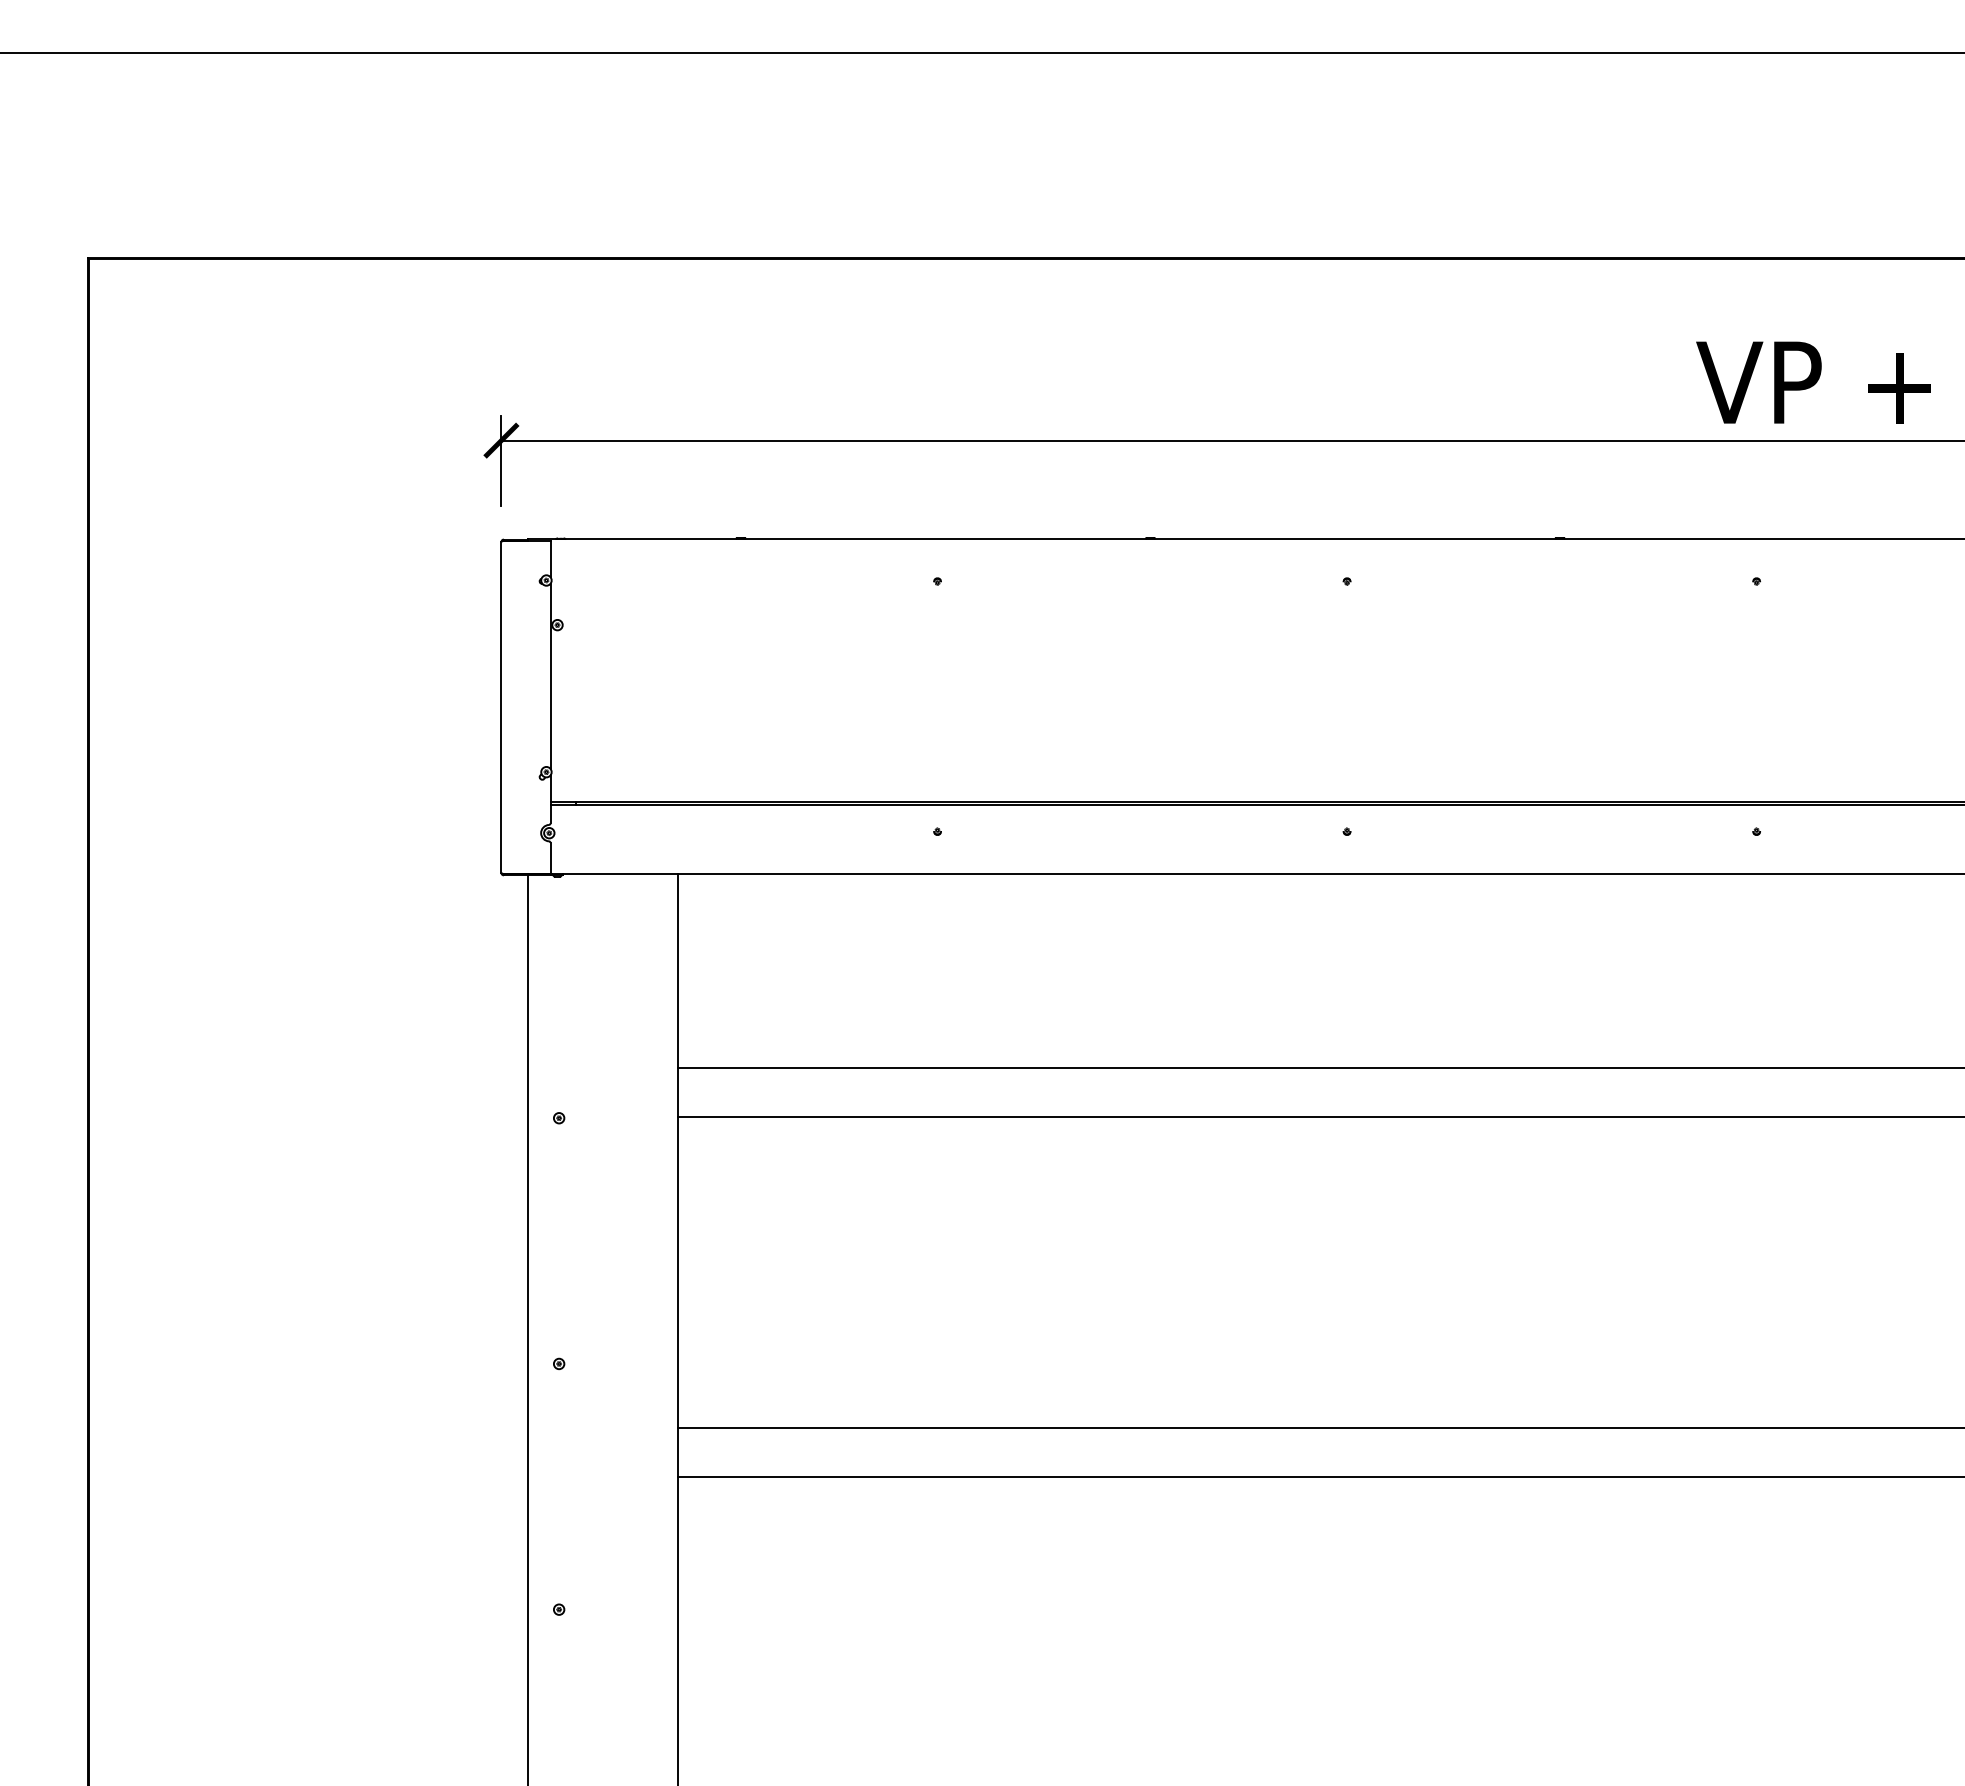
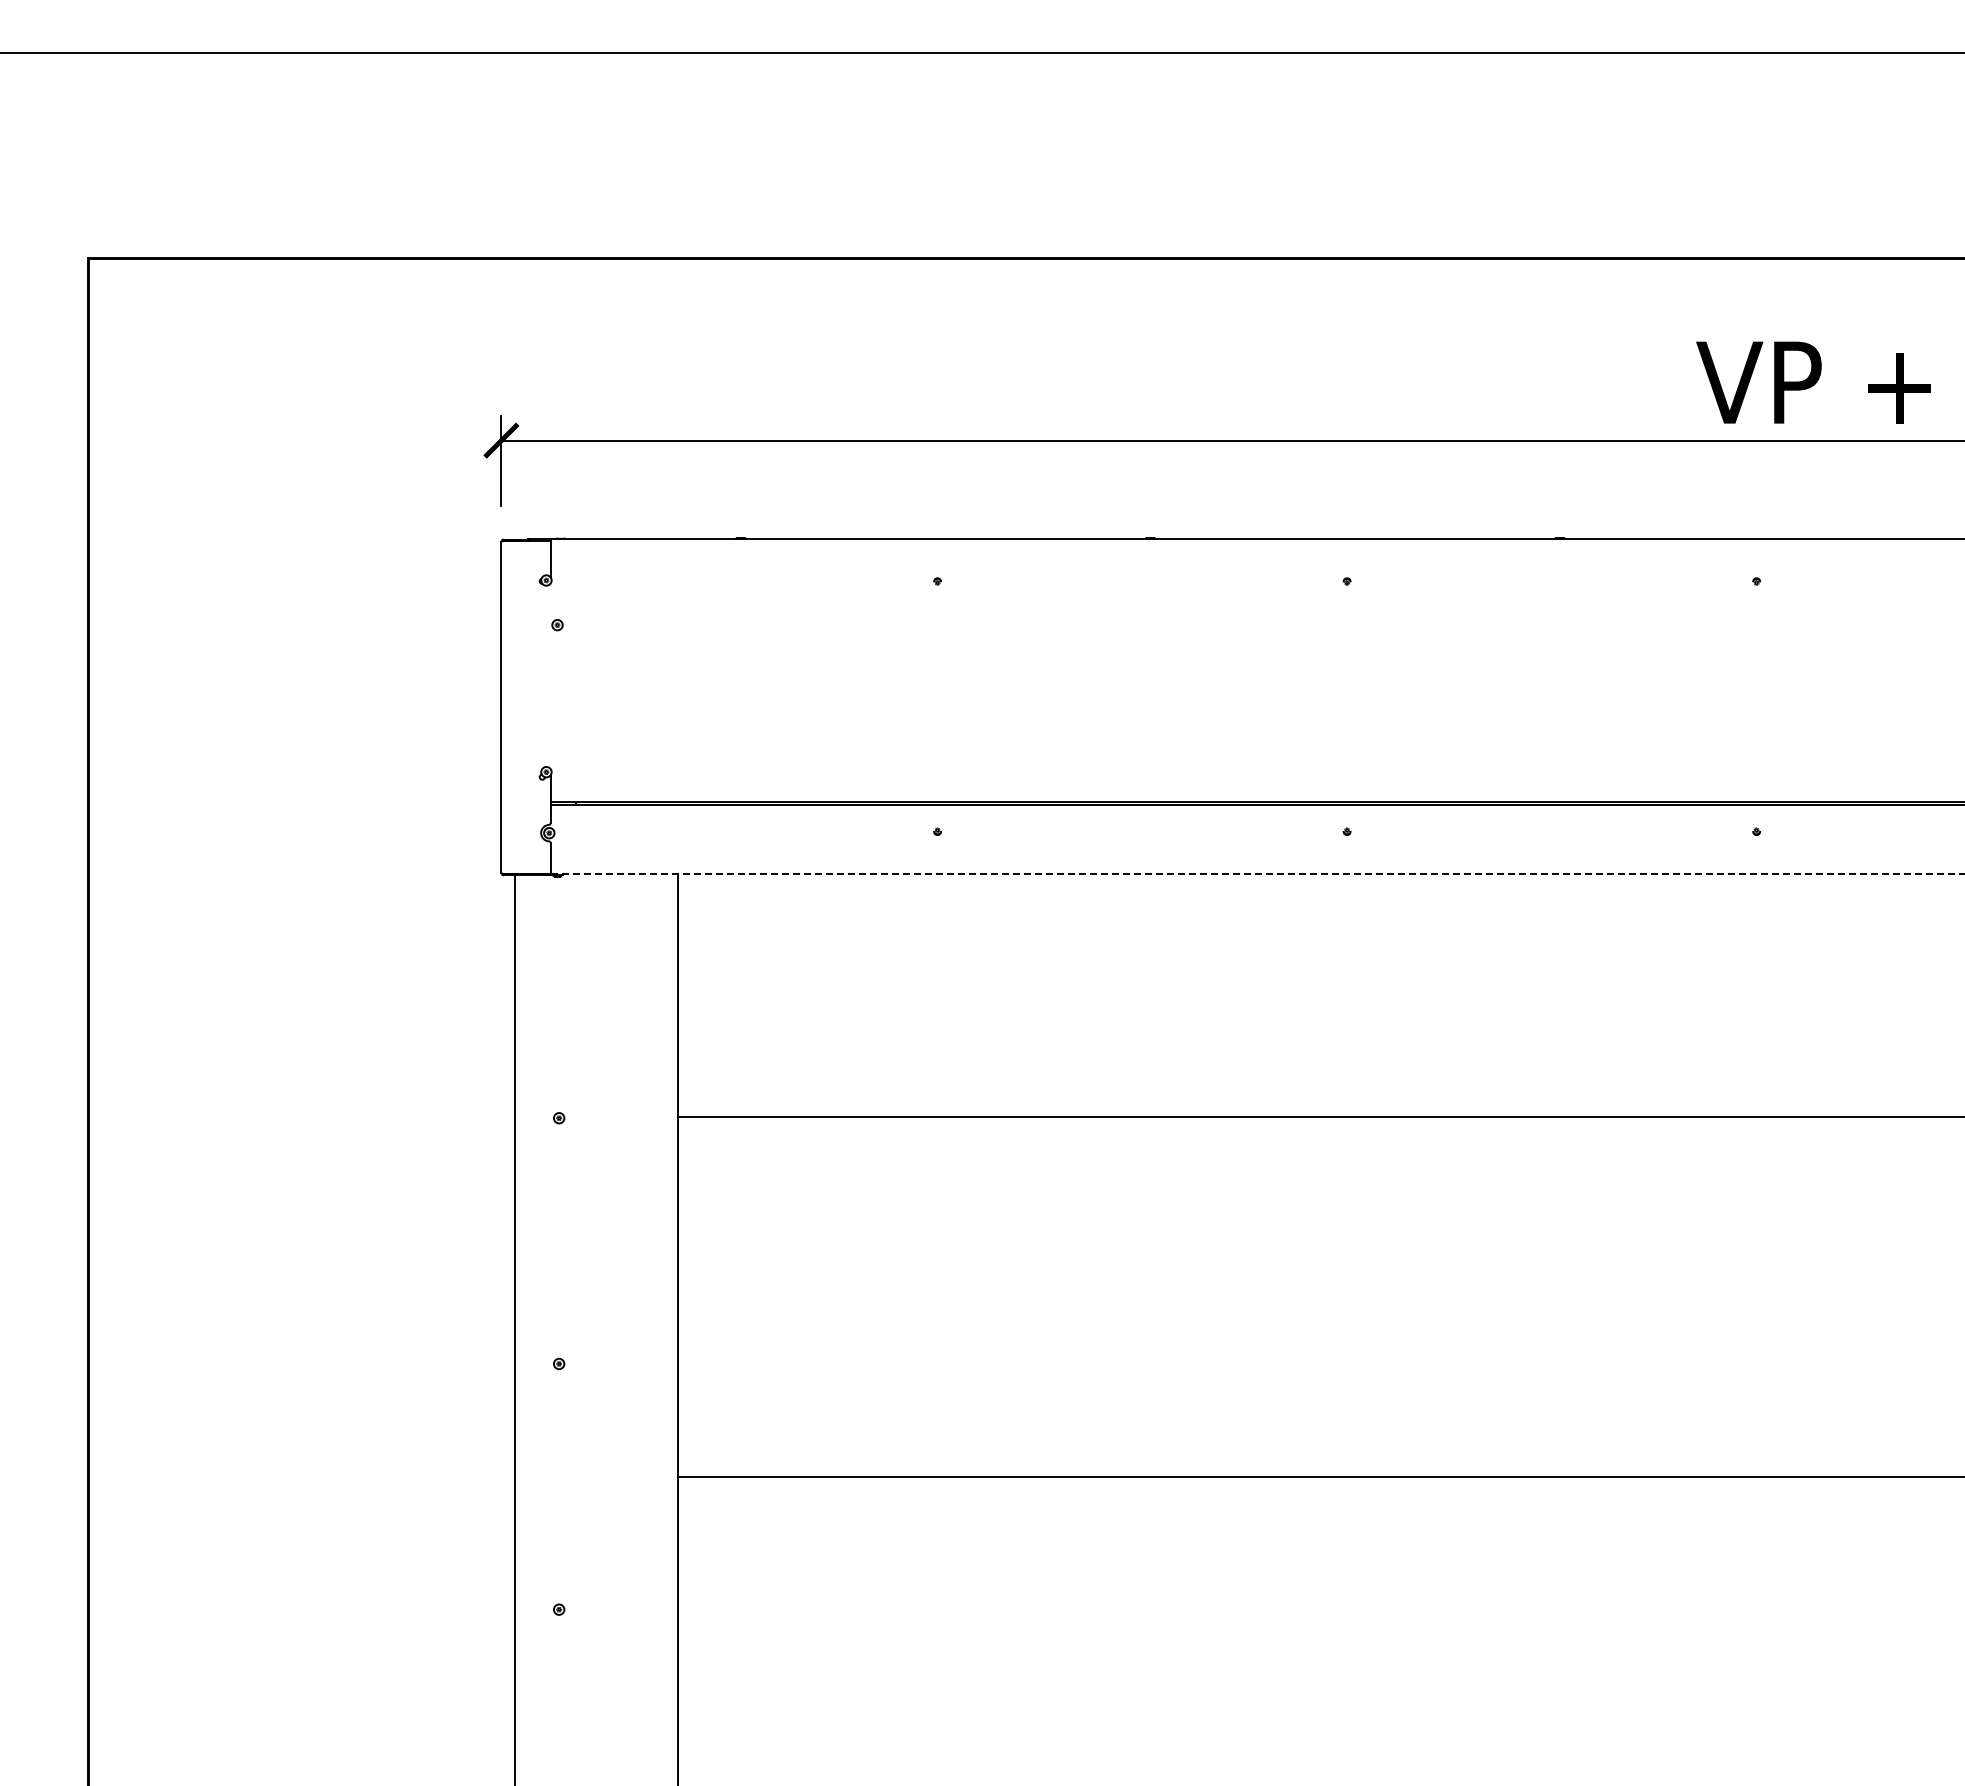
line at (550, 675): present -> none
line at (1257, 874): solid -> dashed
line at (1319, 1067): present -> none
line at (528, 1328) position: (528, 1328) -> (515, 1328)
line at (1319, 1428): present -> none
